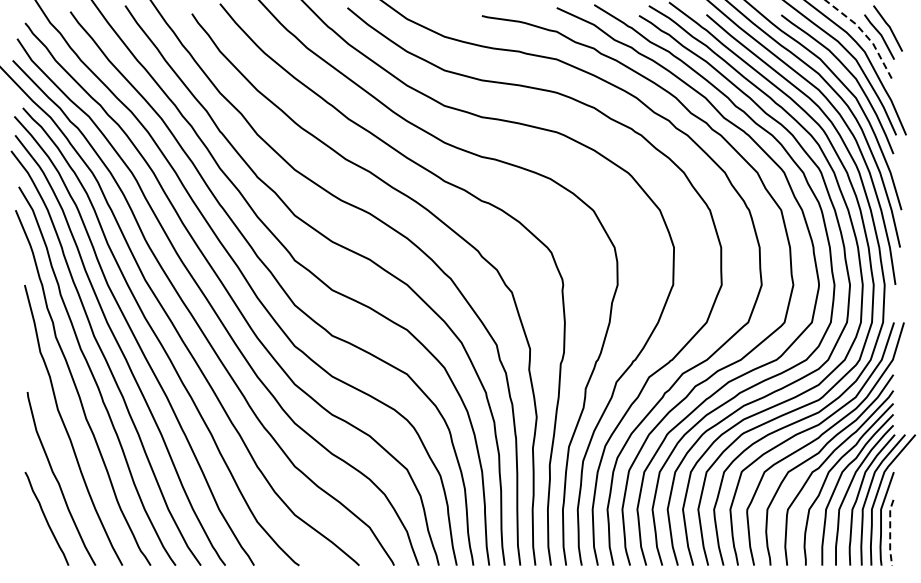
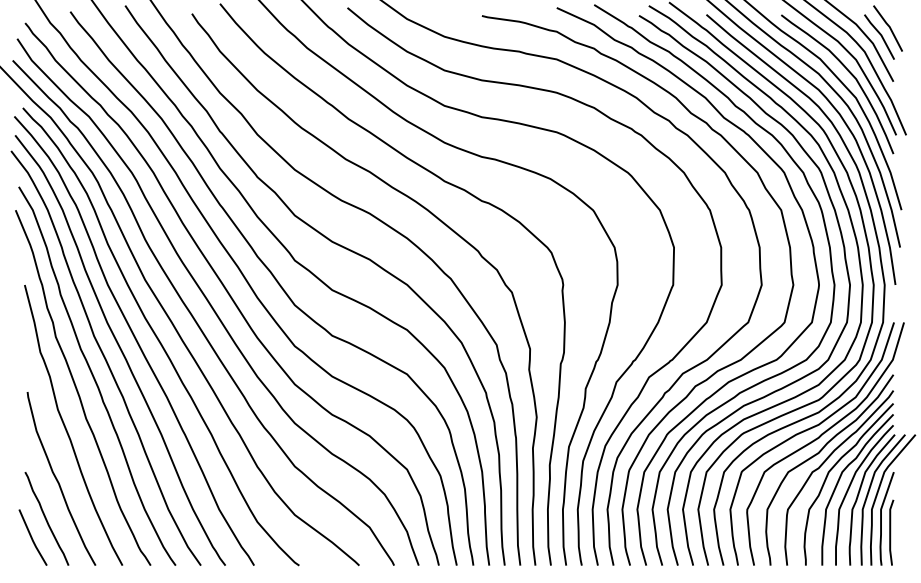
line at (866, 36): dashed -> solid
line at (890, 532): dashed -> solid
line at (32, 537): none -> present
